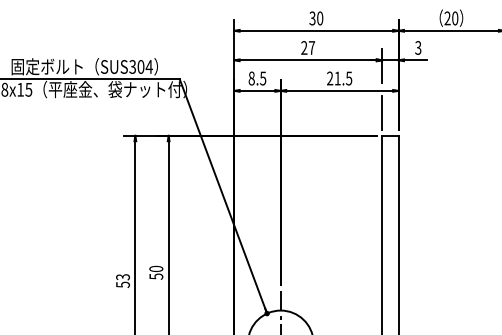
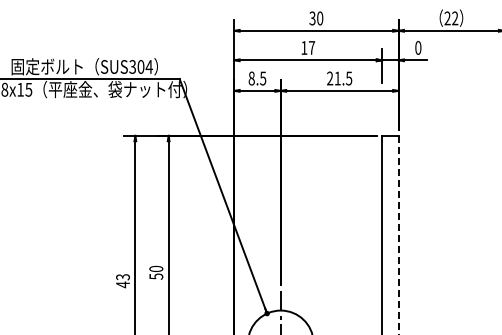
text at (455, 18): 20 -> 22
text at (304, 47): 27 -> 17
text at (418, 47): 3 -> 0
line at (382, 112): present -> none
line at (398, 235): solid -> dashed
text at (122, 284): 53 -> 43
